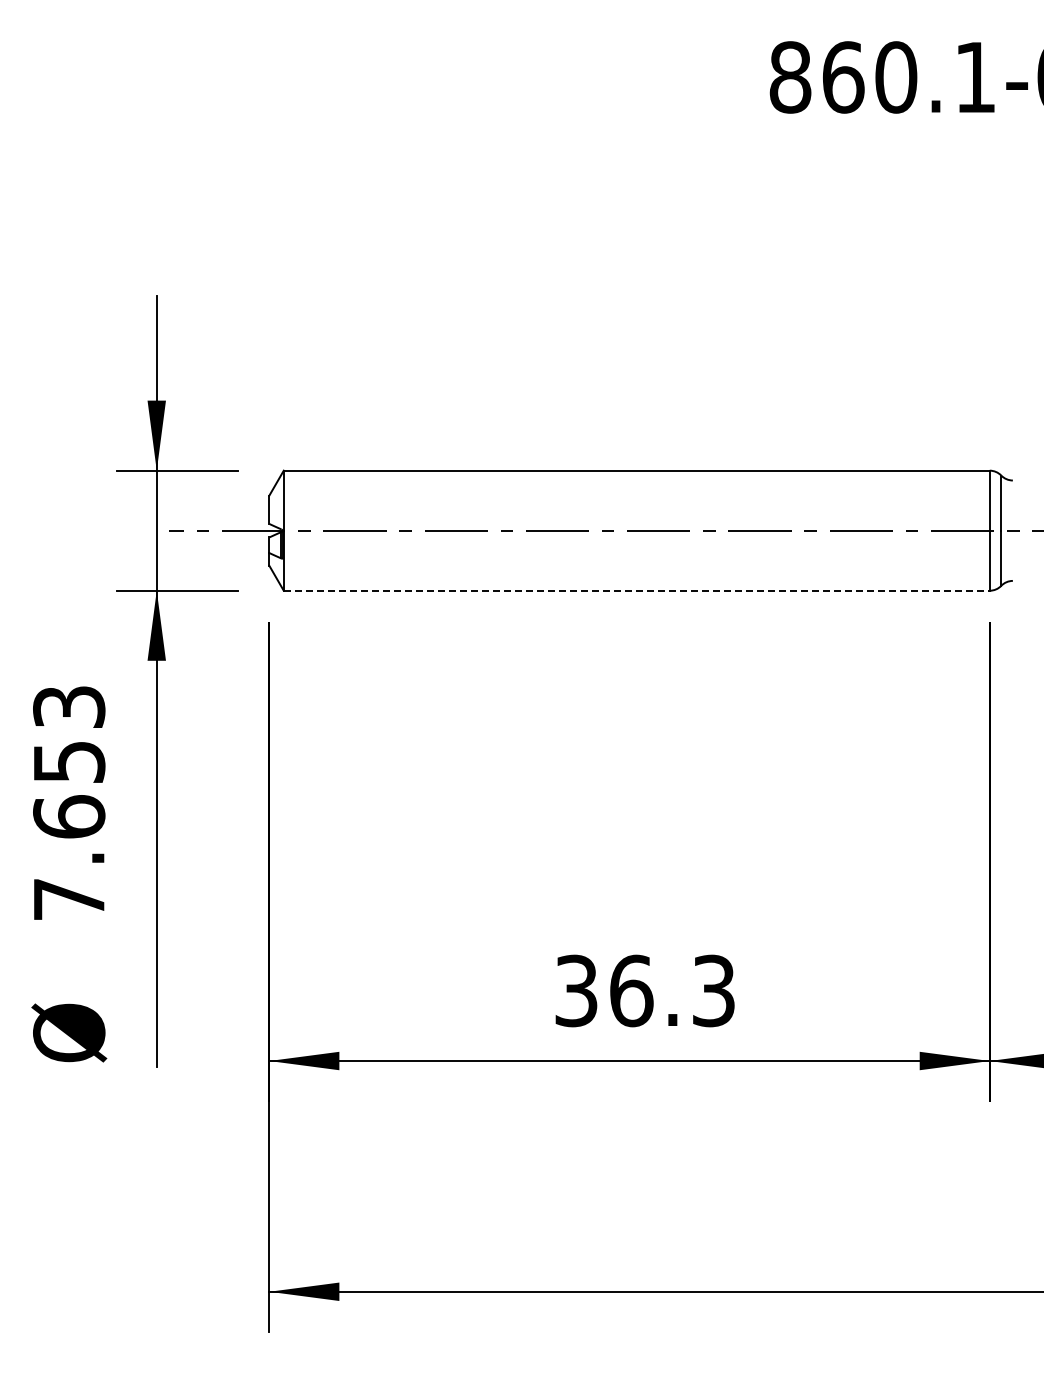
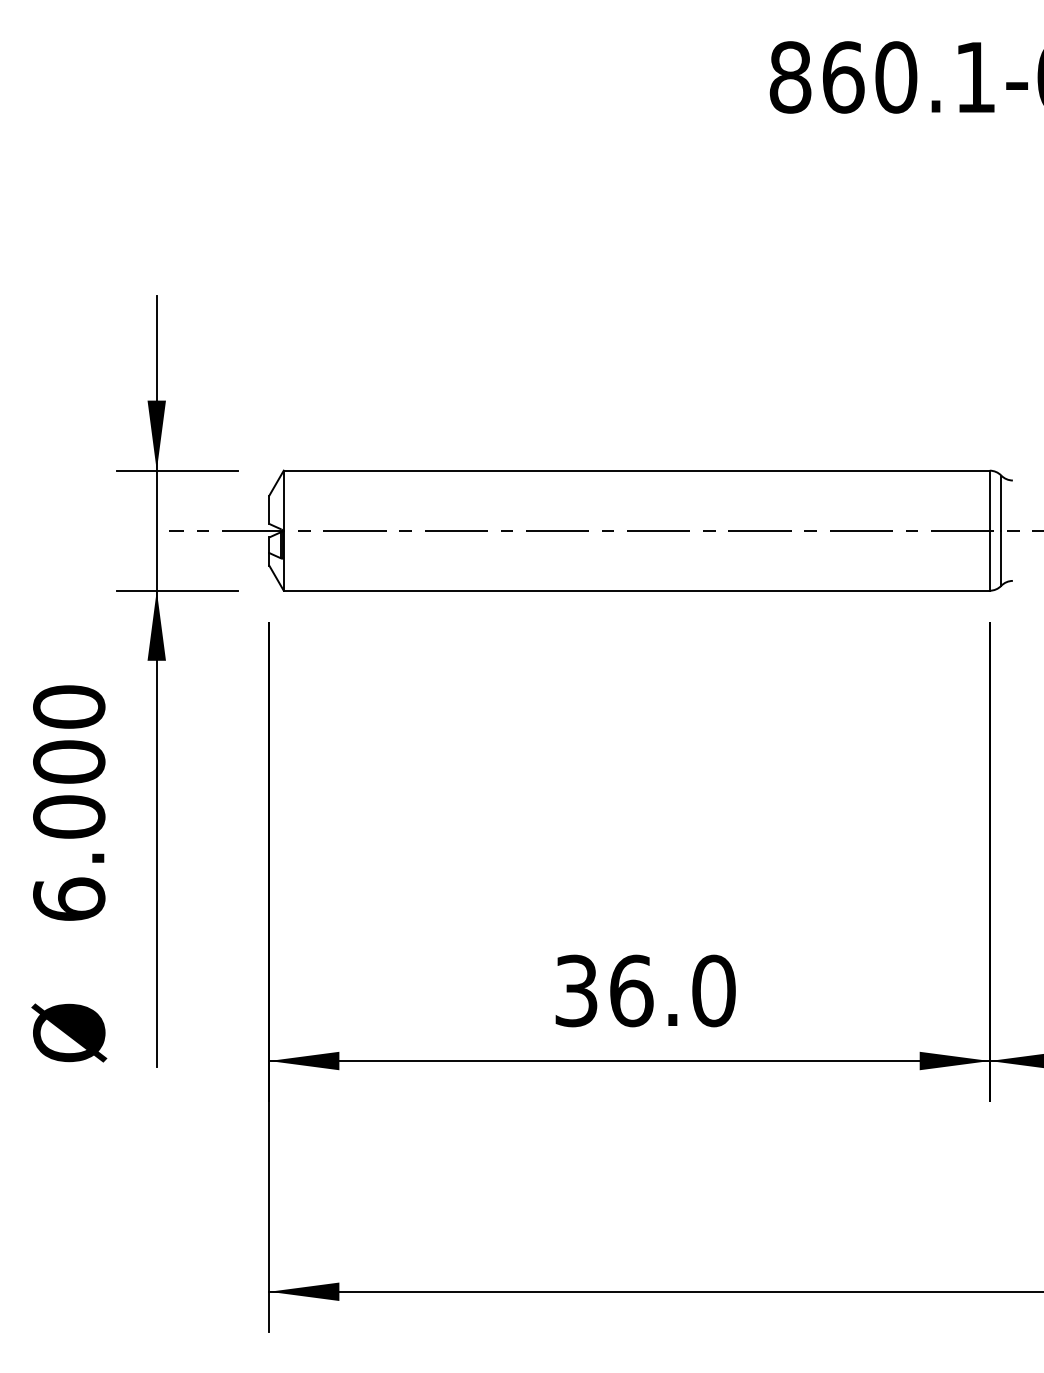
line at (636, 590): dashed -> solid
text at (69, 802): 7.653 -> 6.000
text at (713, 990): 36.3 -> 36.0
